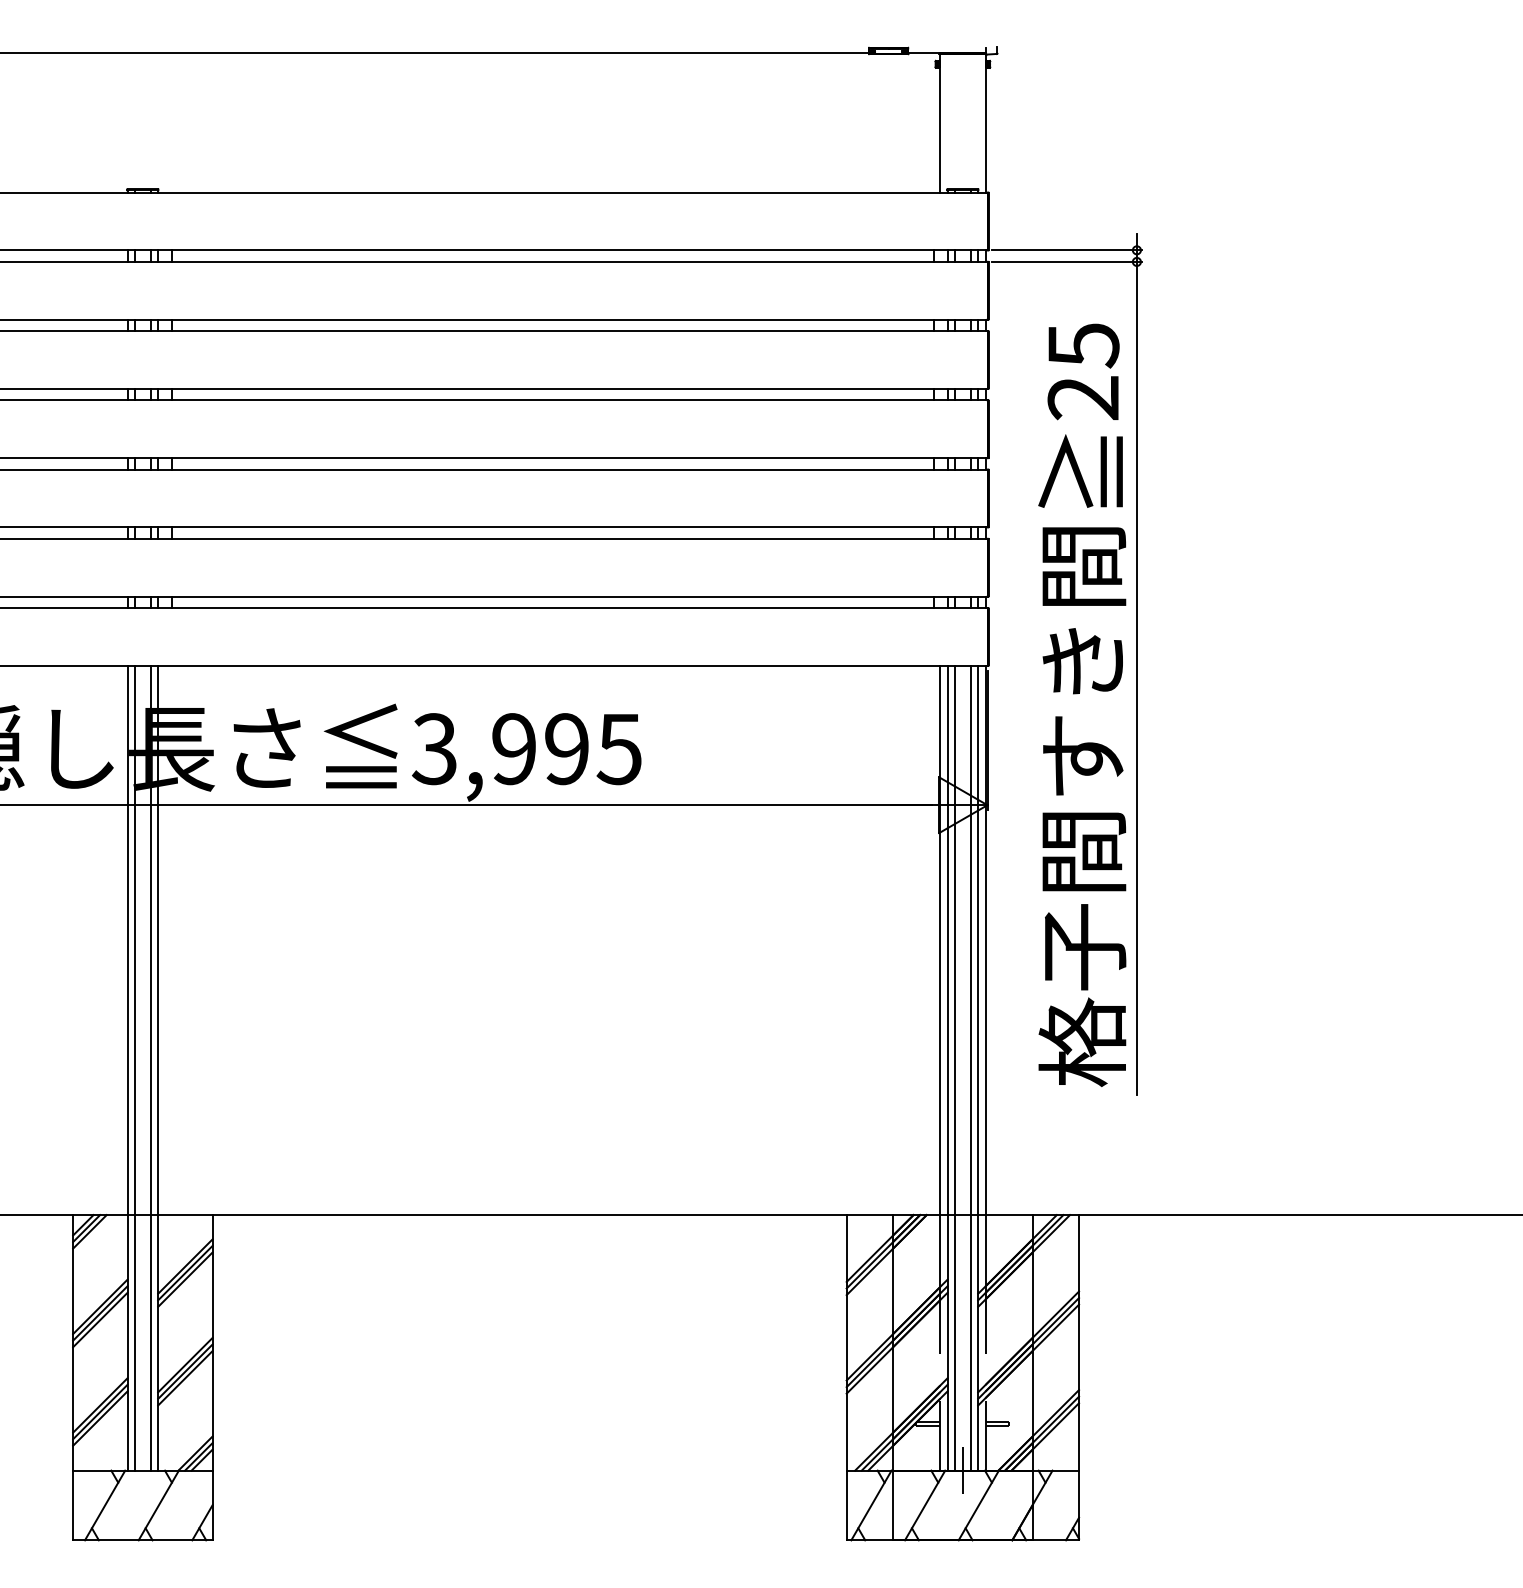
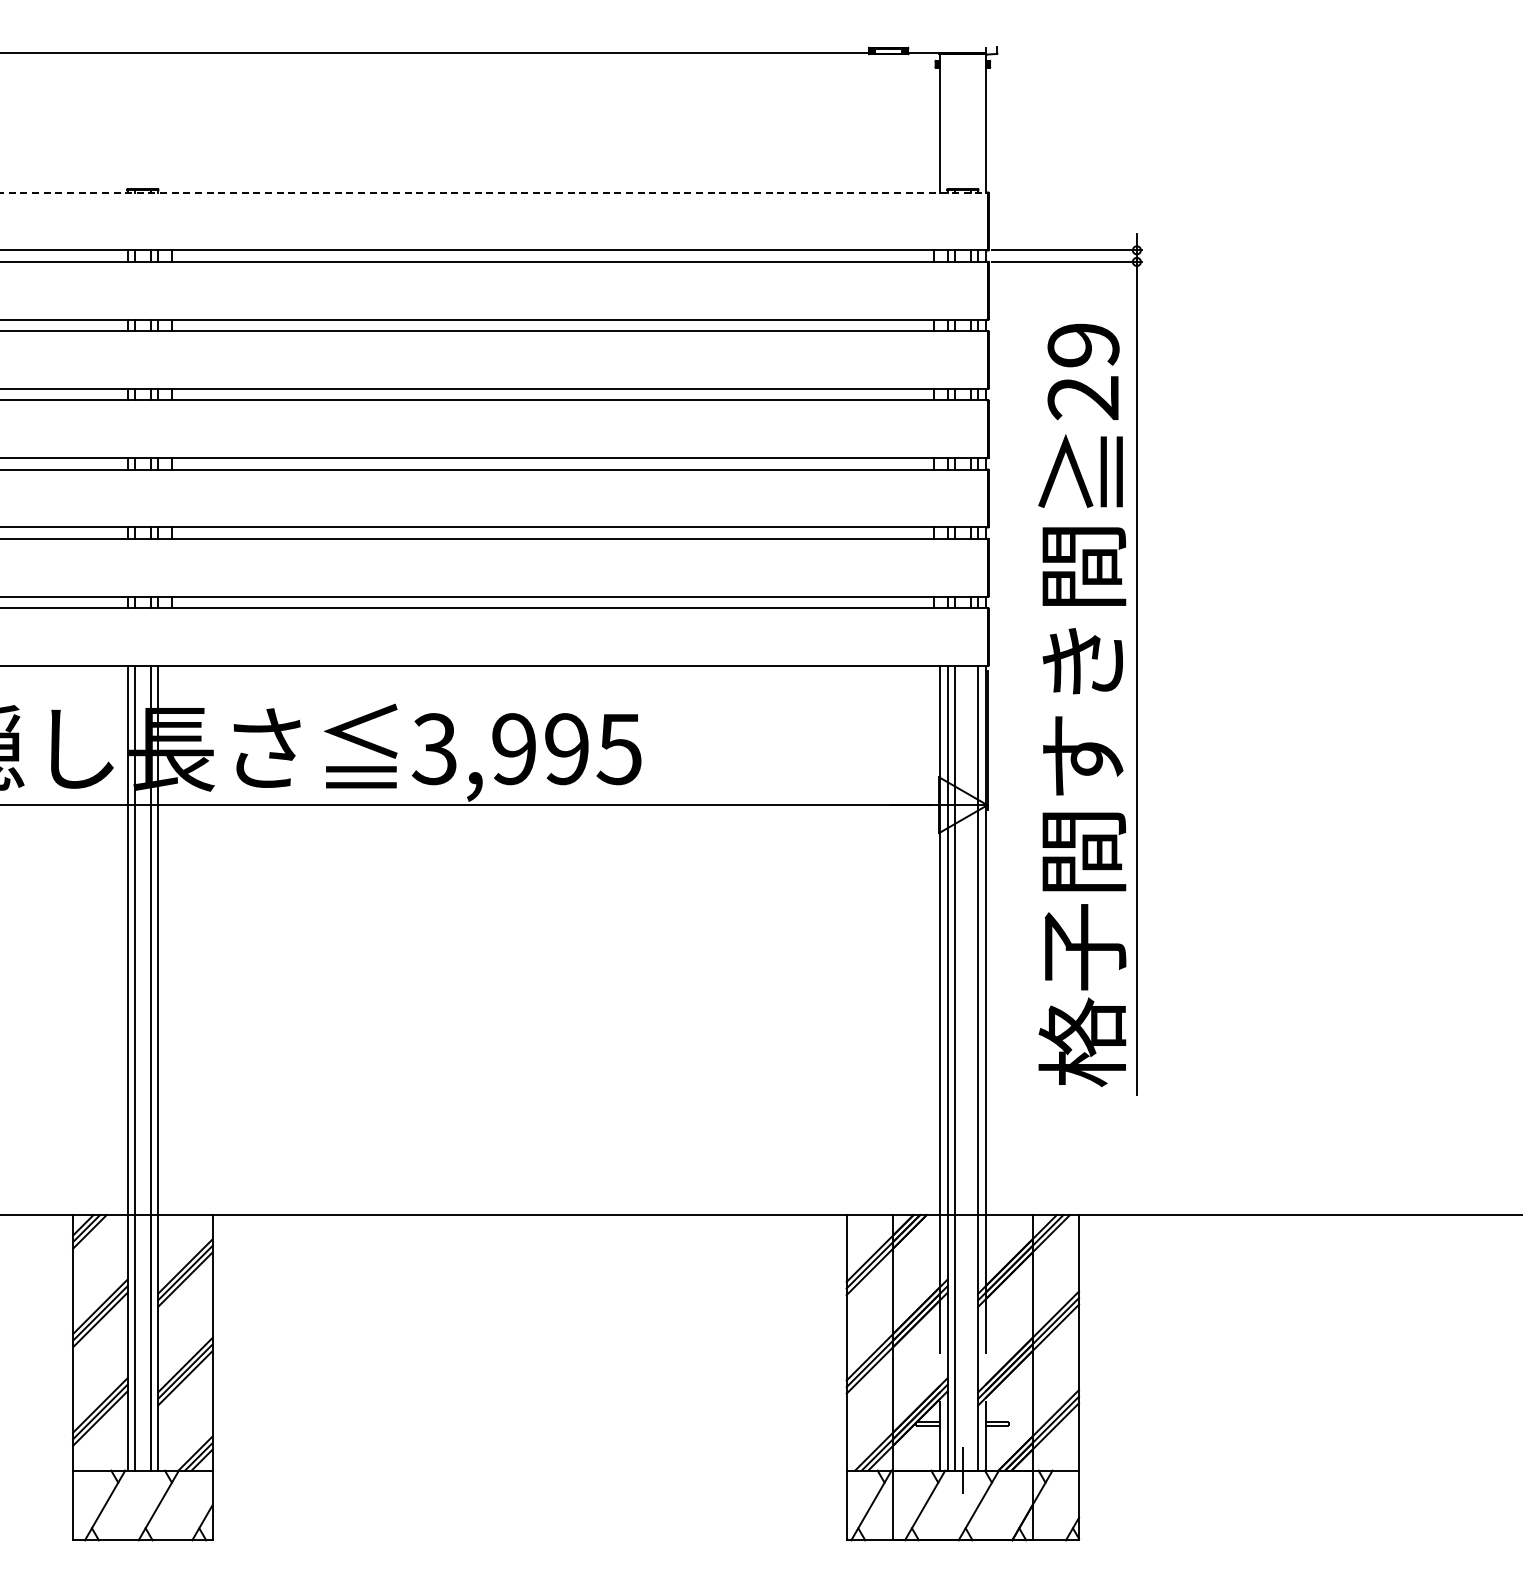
line at (494, 192): solid -> dashed
text at (1083, 345): 25 -> 29
line at (970, 1067): present -> none
